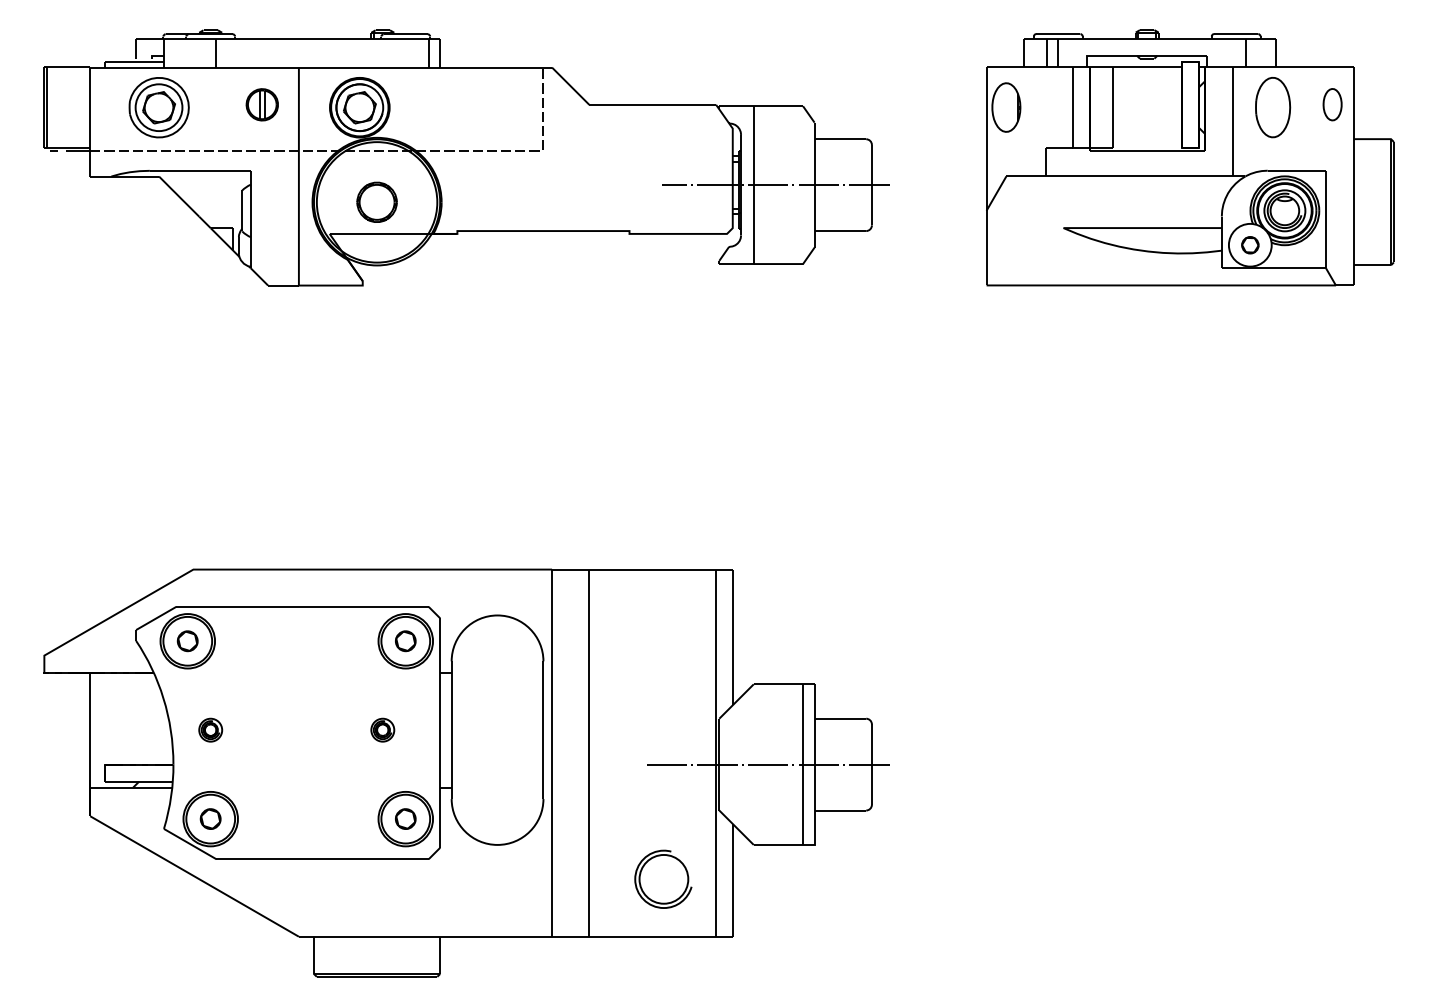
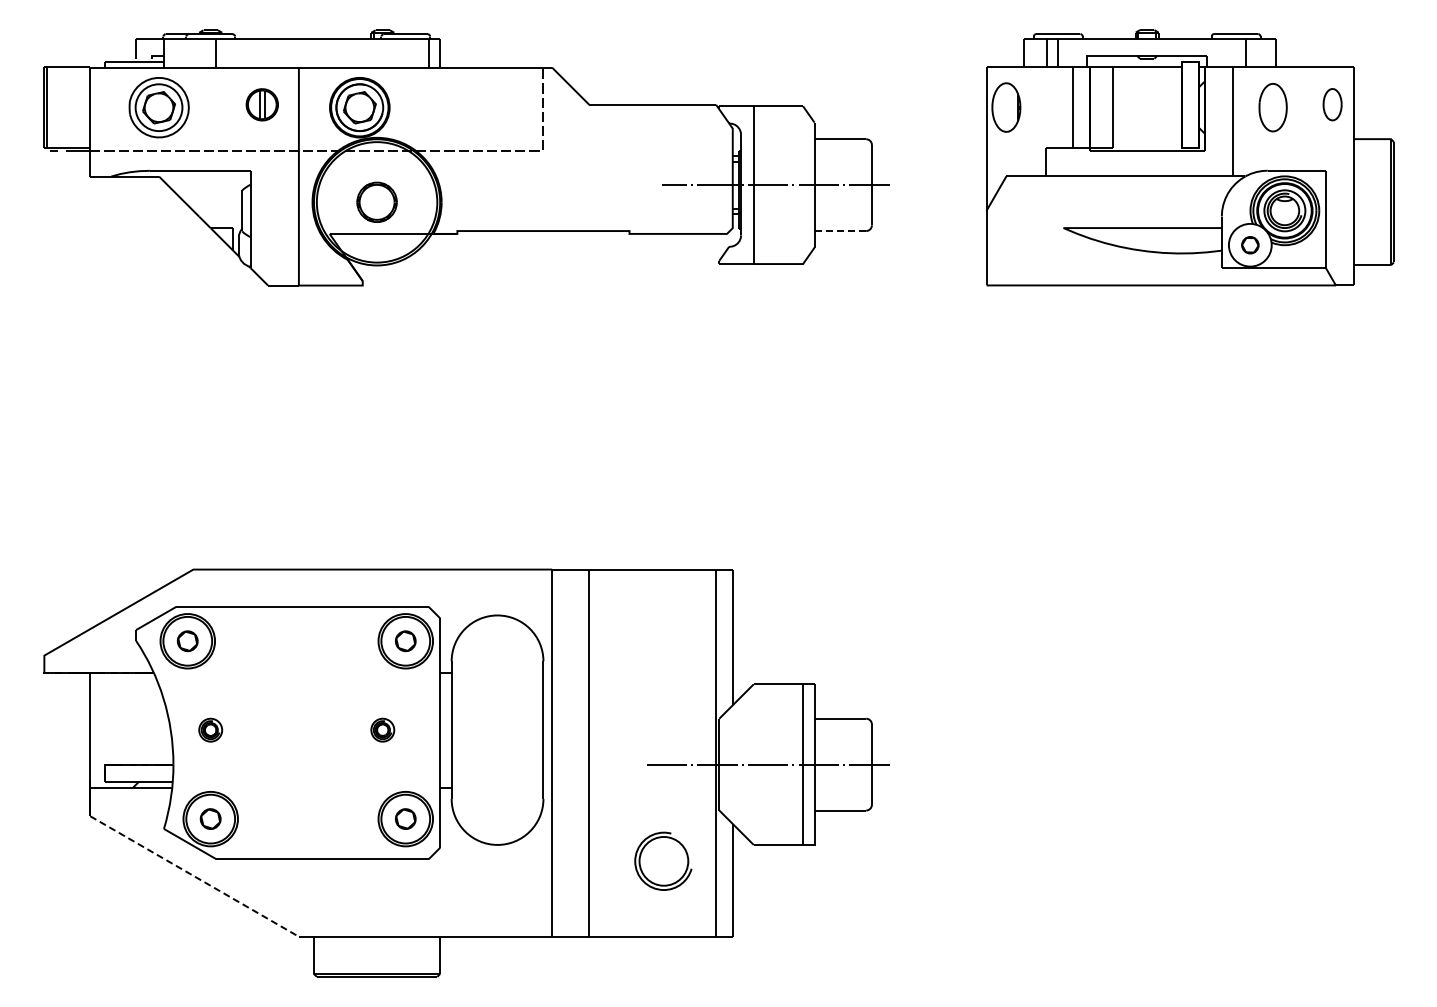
part at (1273, 107) size: 37x62 px -> 30x50 px
line at (840, 231): solid -> dashed
line at (195, 876): solid -> dashed
part at (663, 878) position: (663, 878) -> (663, 860)
